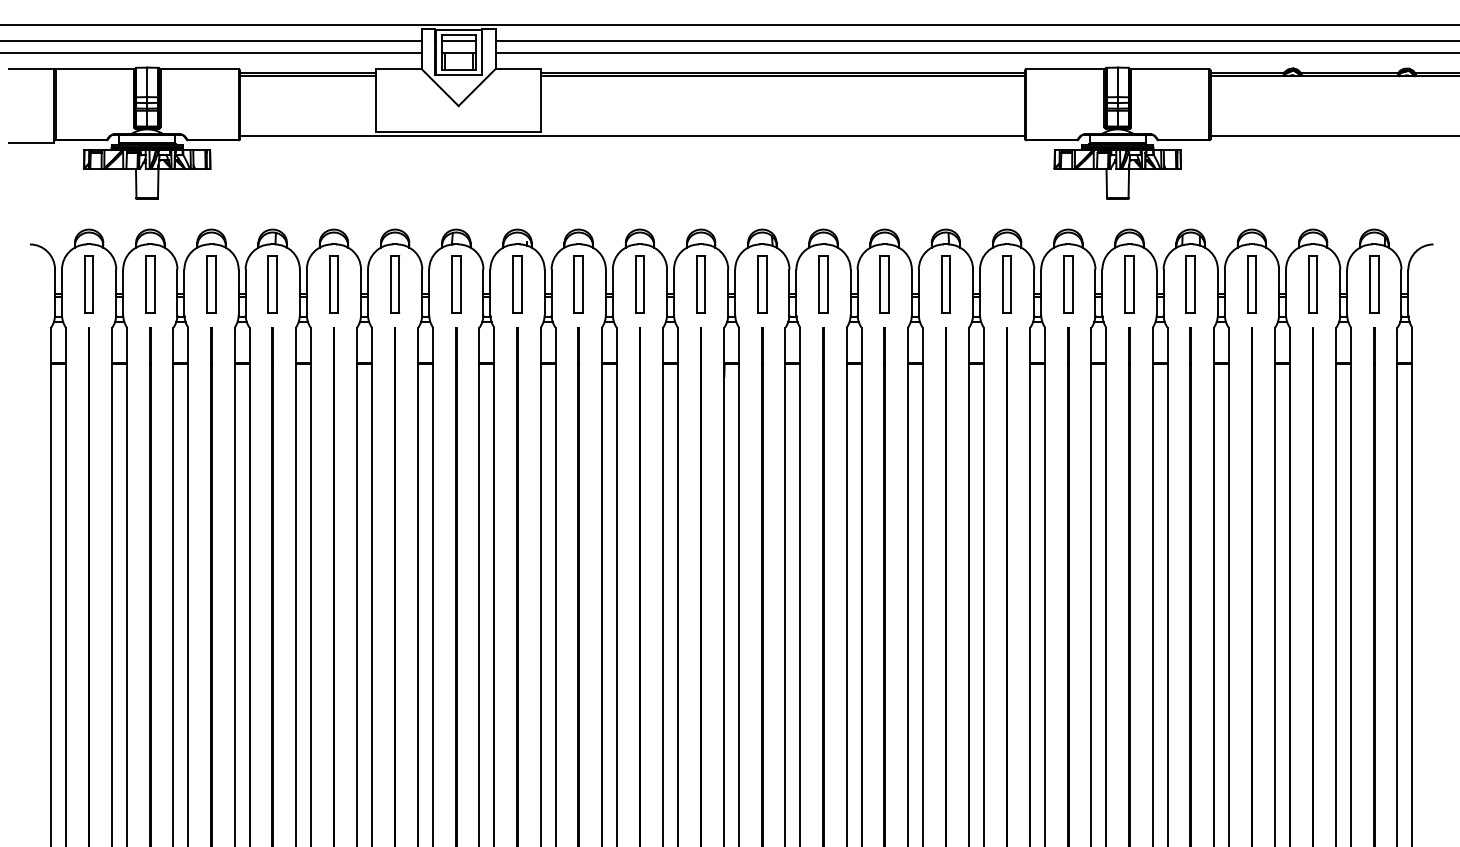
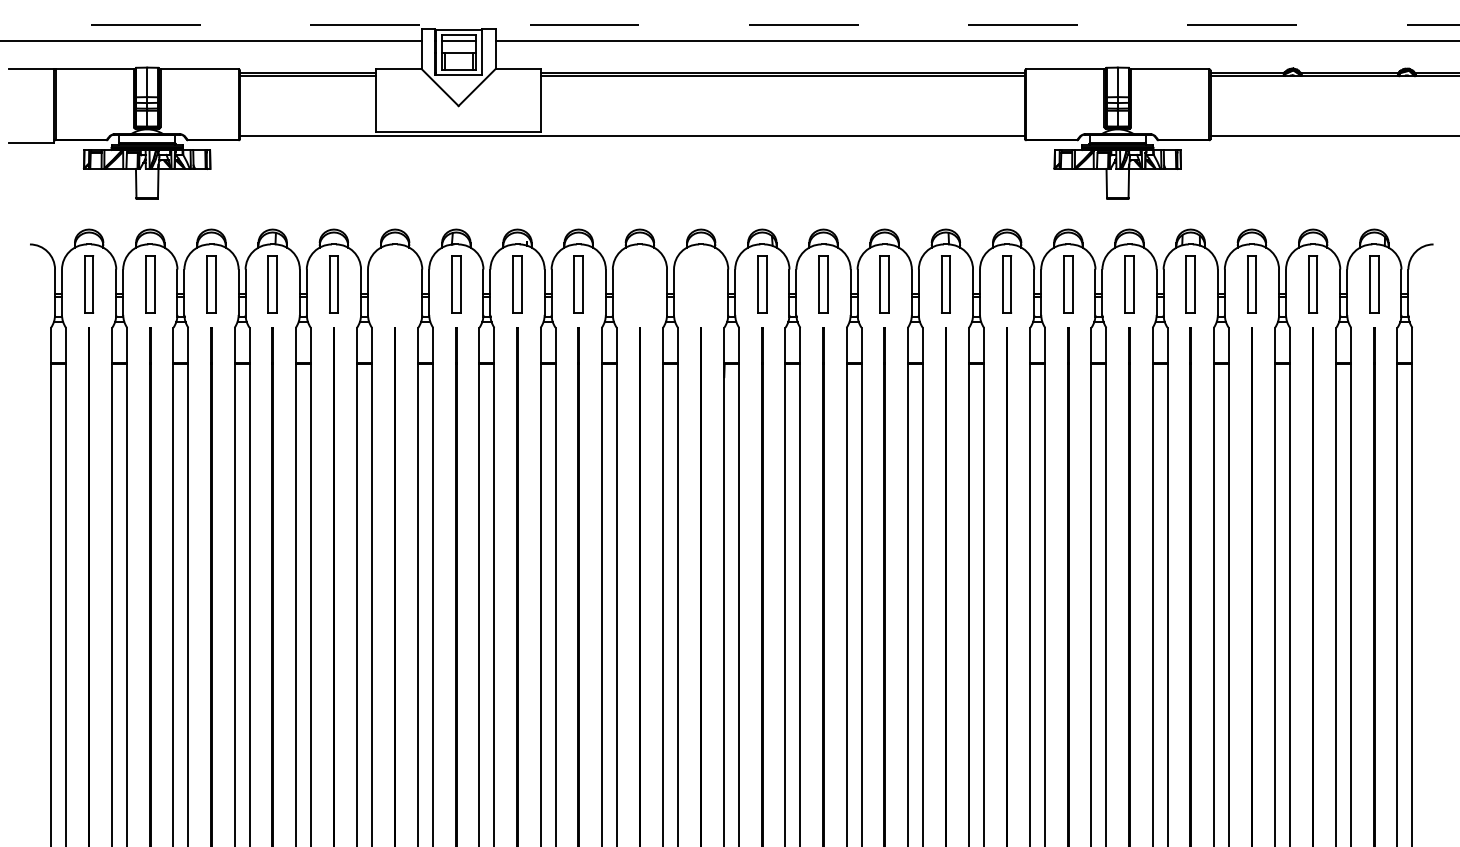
line at (729, 25): solid -> dashed
line at (211, 52): present -> none
line at (975, 52): present -> none
part at (395, 284): present -> none
part at (639, 284): present -> none
part at (701, 284): present -> none
